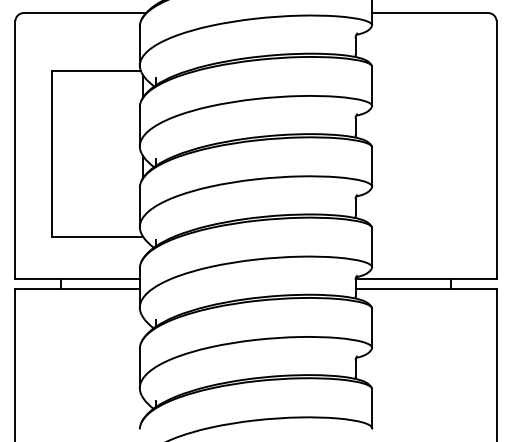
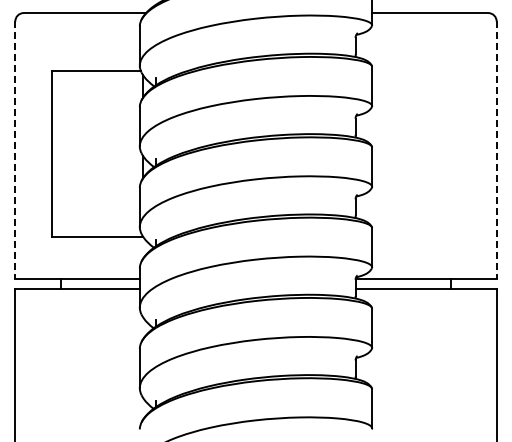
line at (15, 150): solid -> dashed
line at (496, 150): solid -> dashed
